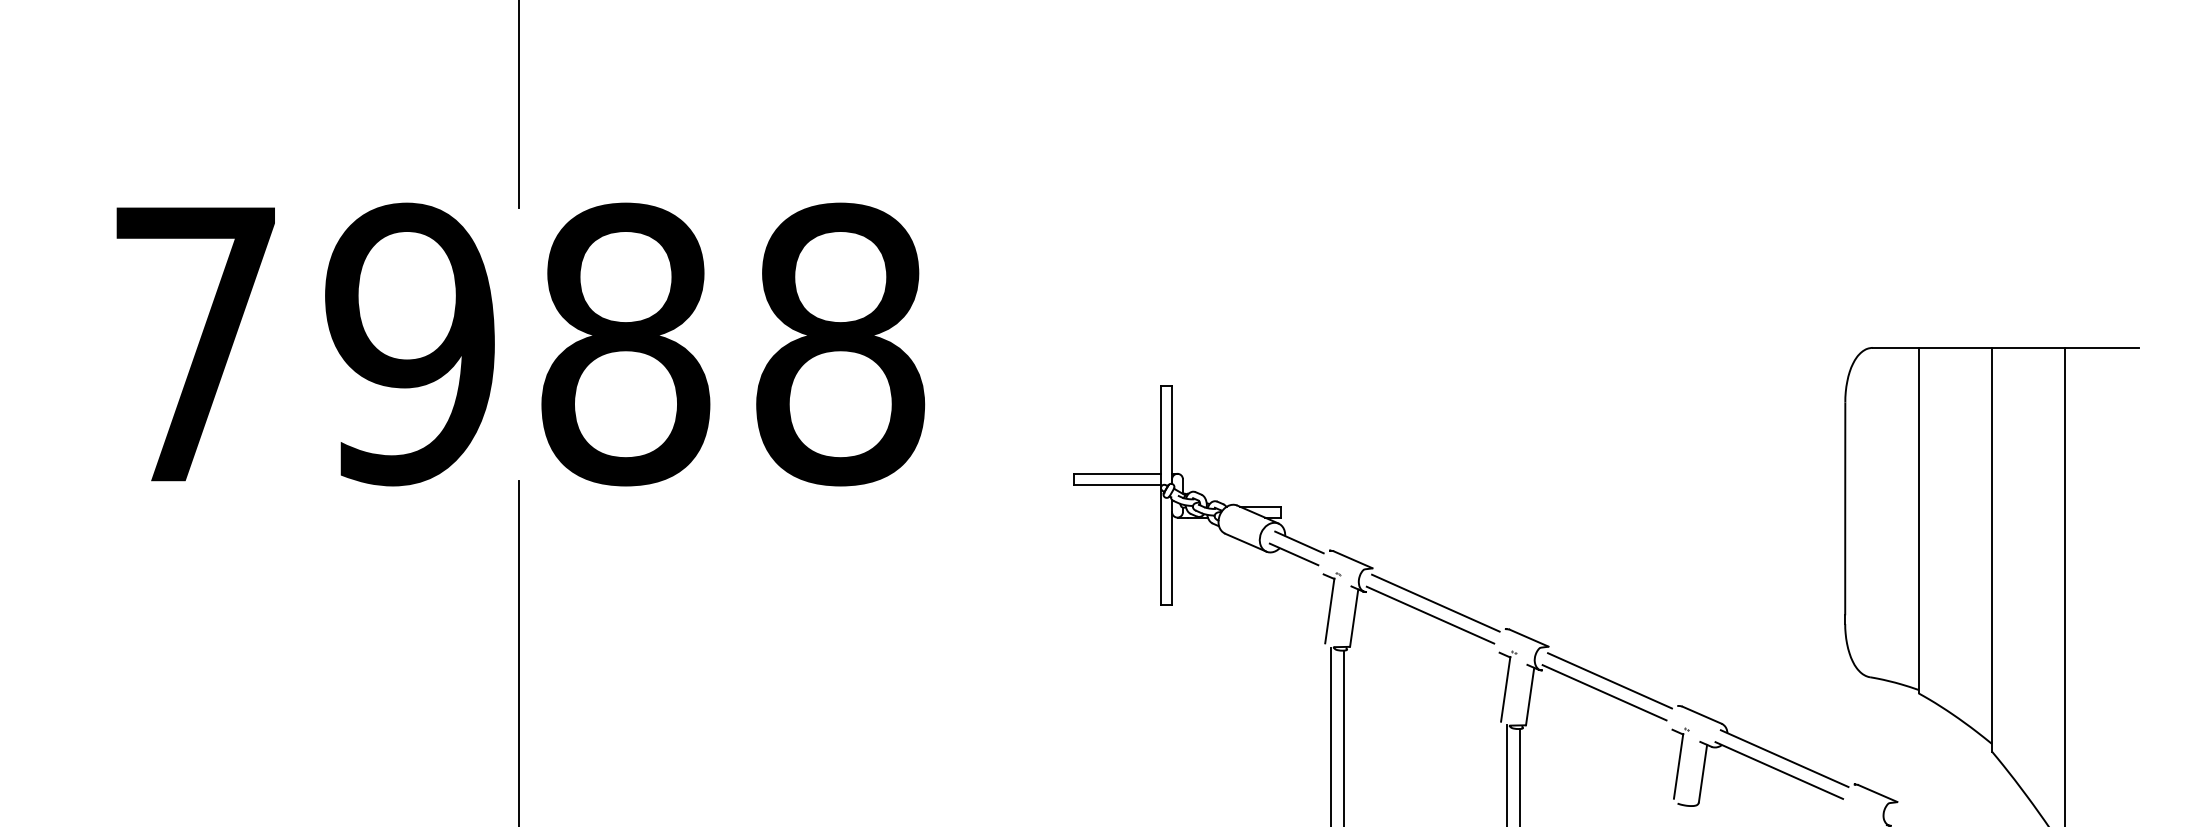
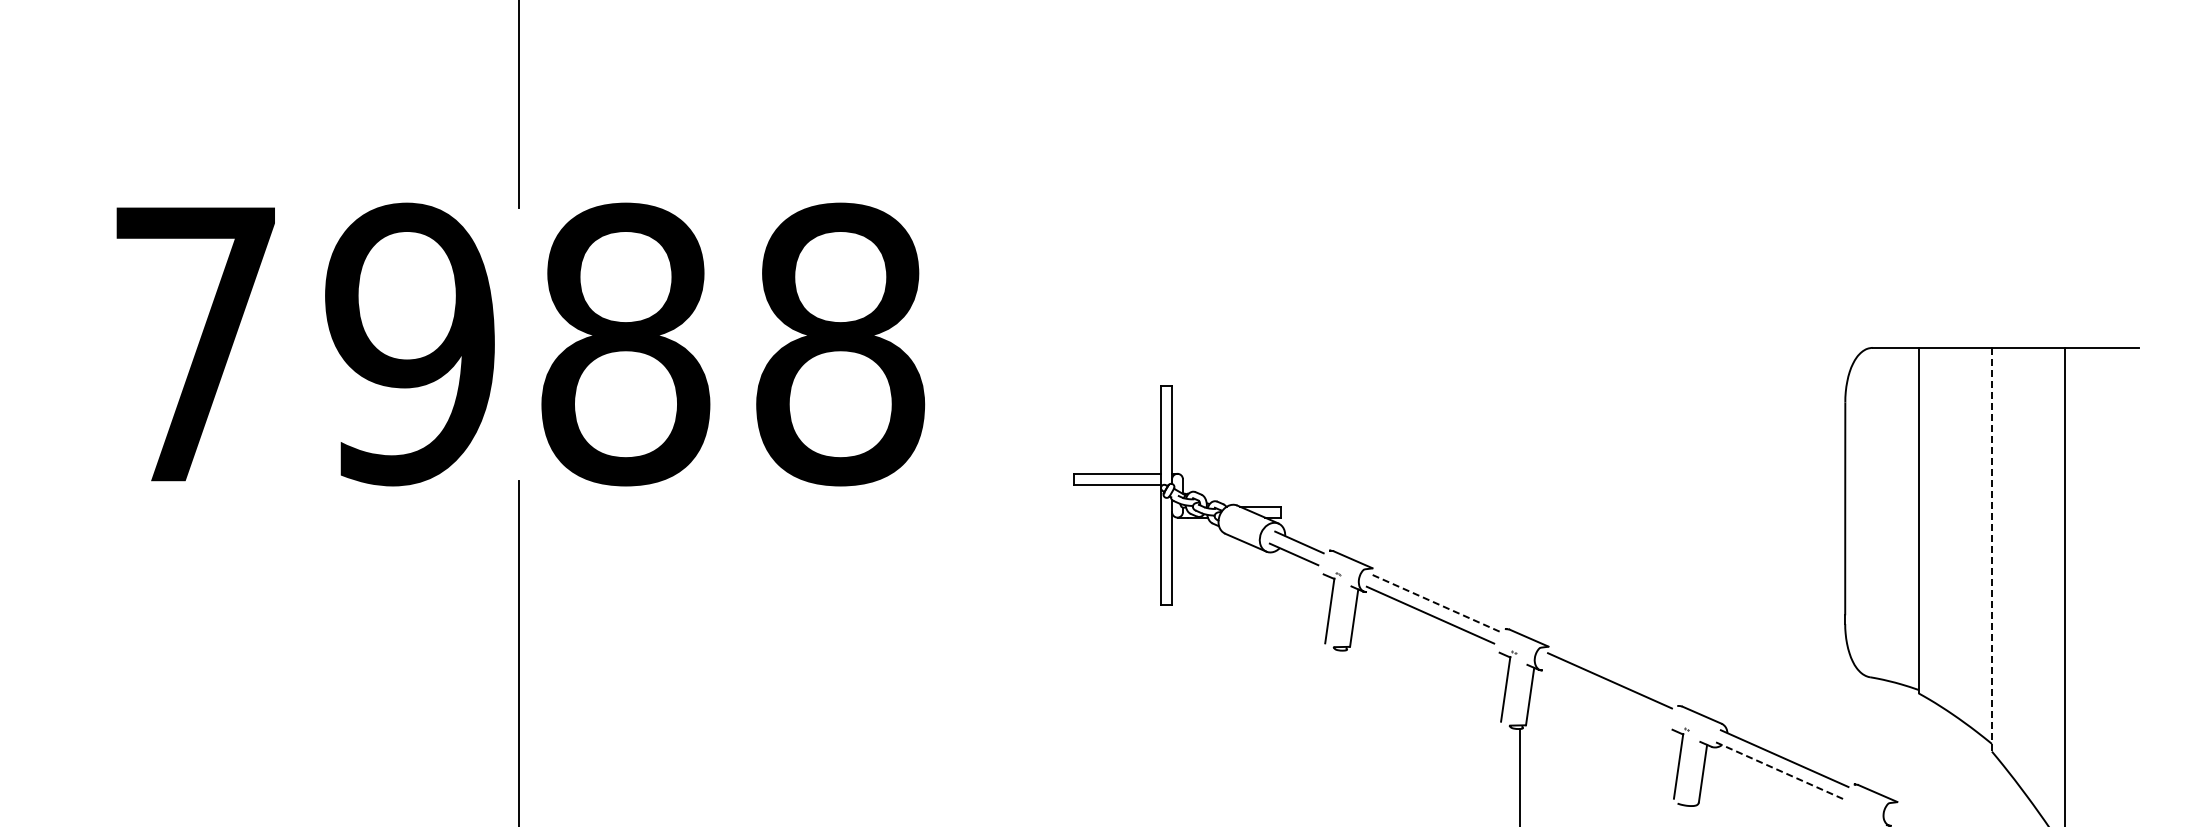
line at (1991, 549): solid -> dashed
line at (1435, 603): solid -> dashed
line at (1604, 692): present -> none
line at (1330, 735): present -> none
line at (1343, 736): present -> none
line at (1779, 770): solid -> dashed
line at (1506, 774): present -> none
